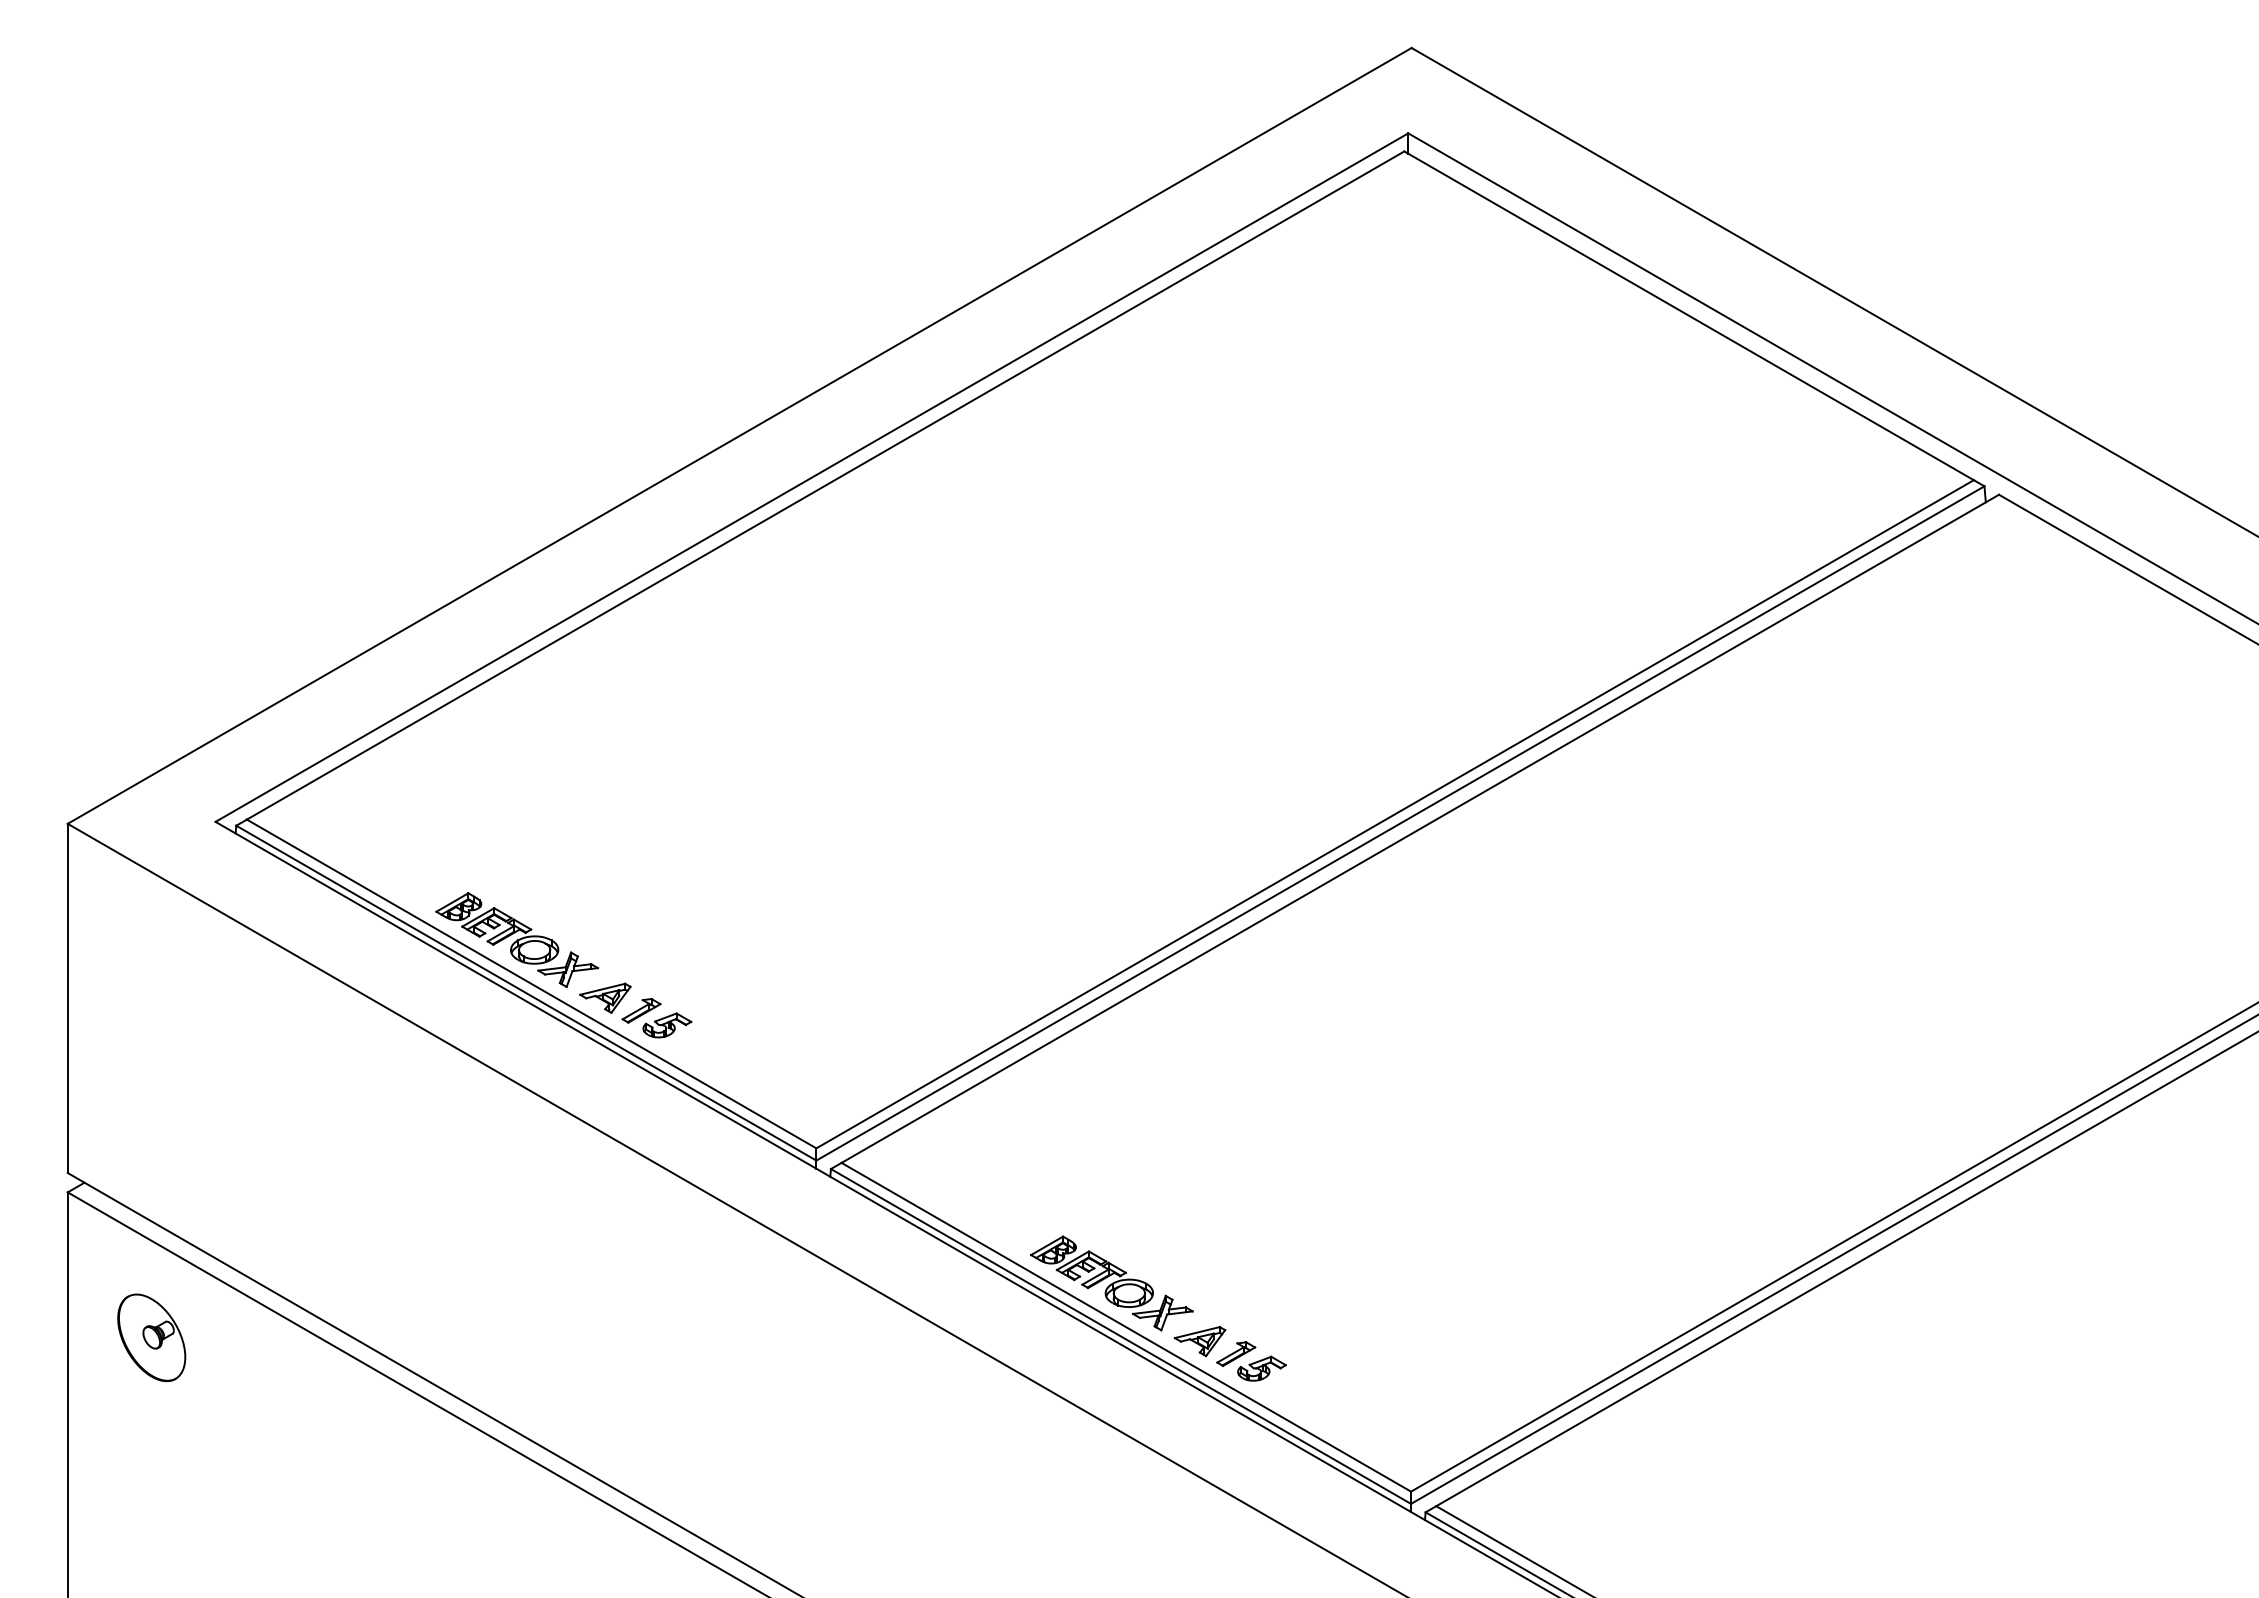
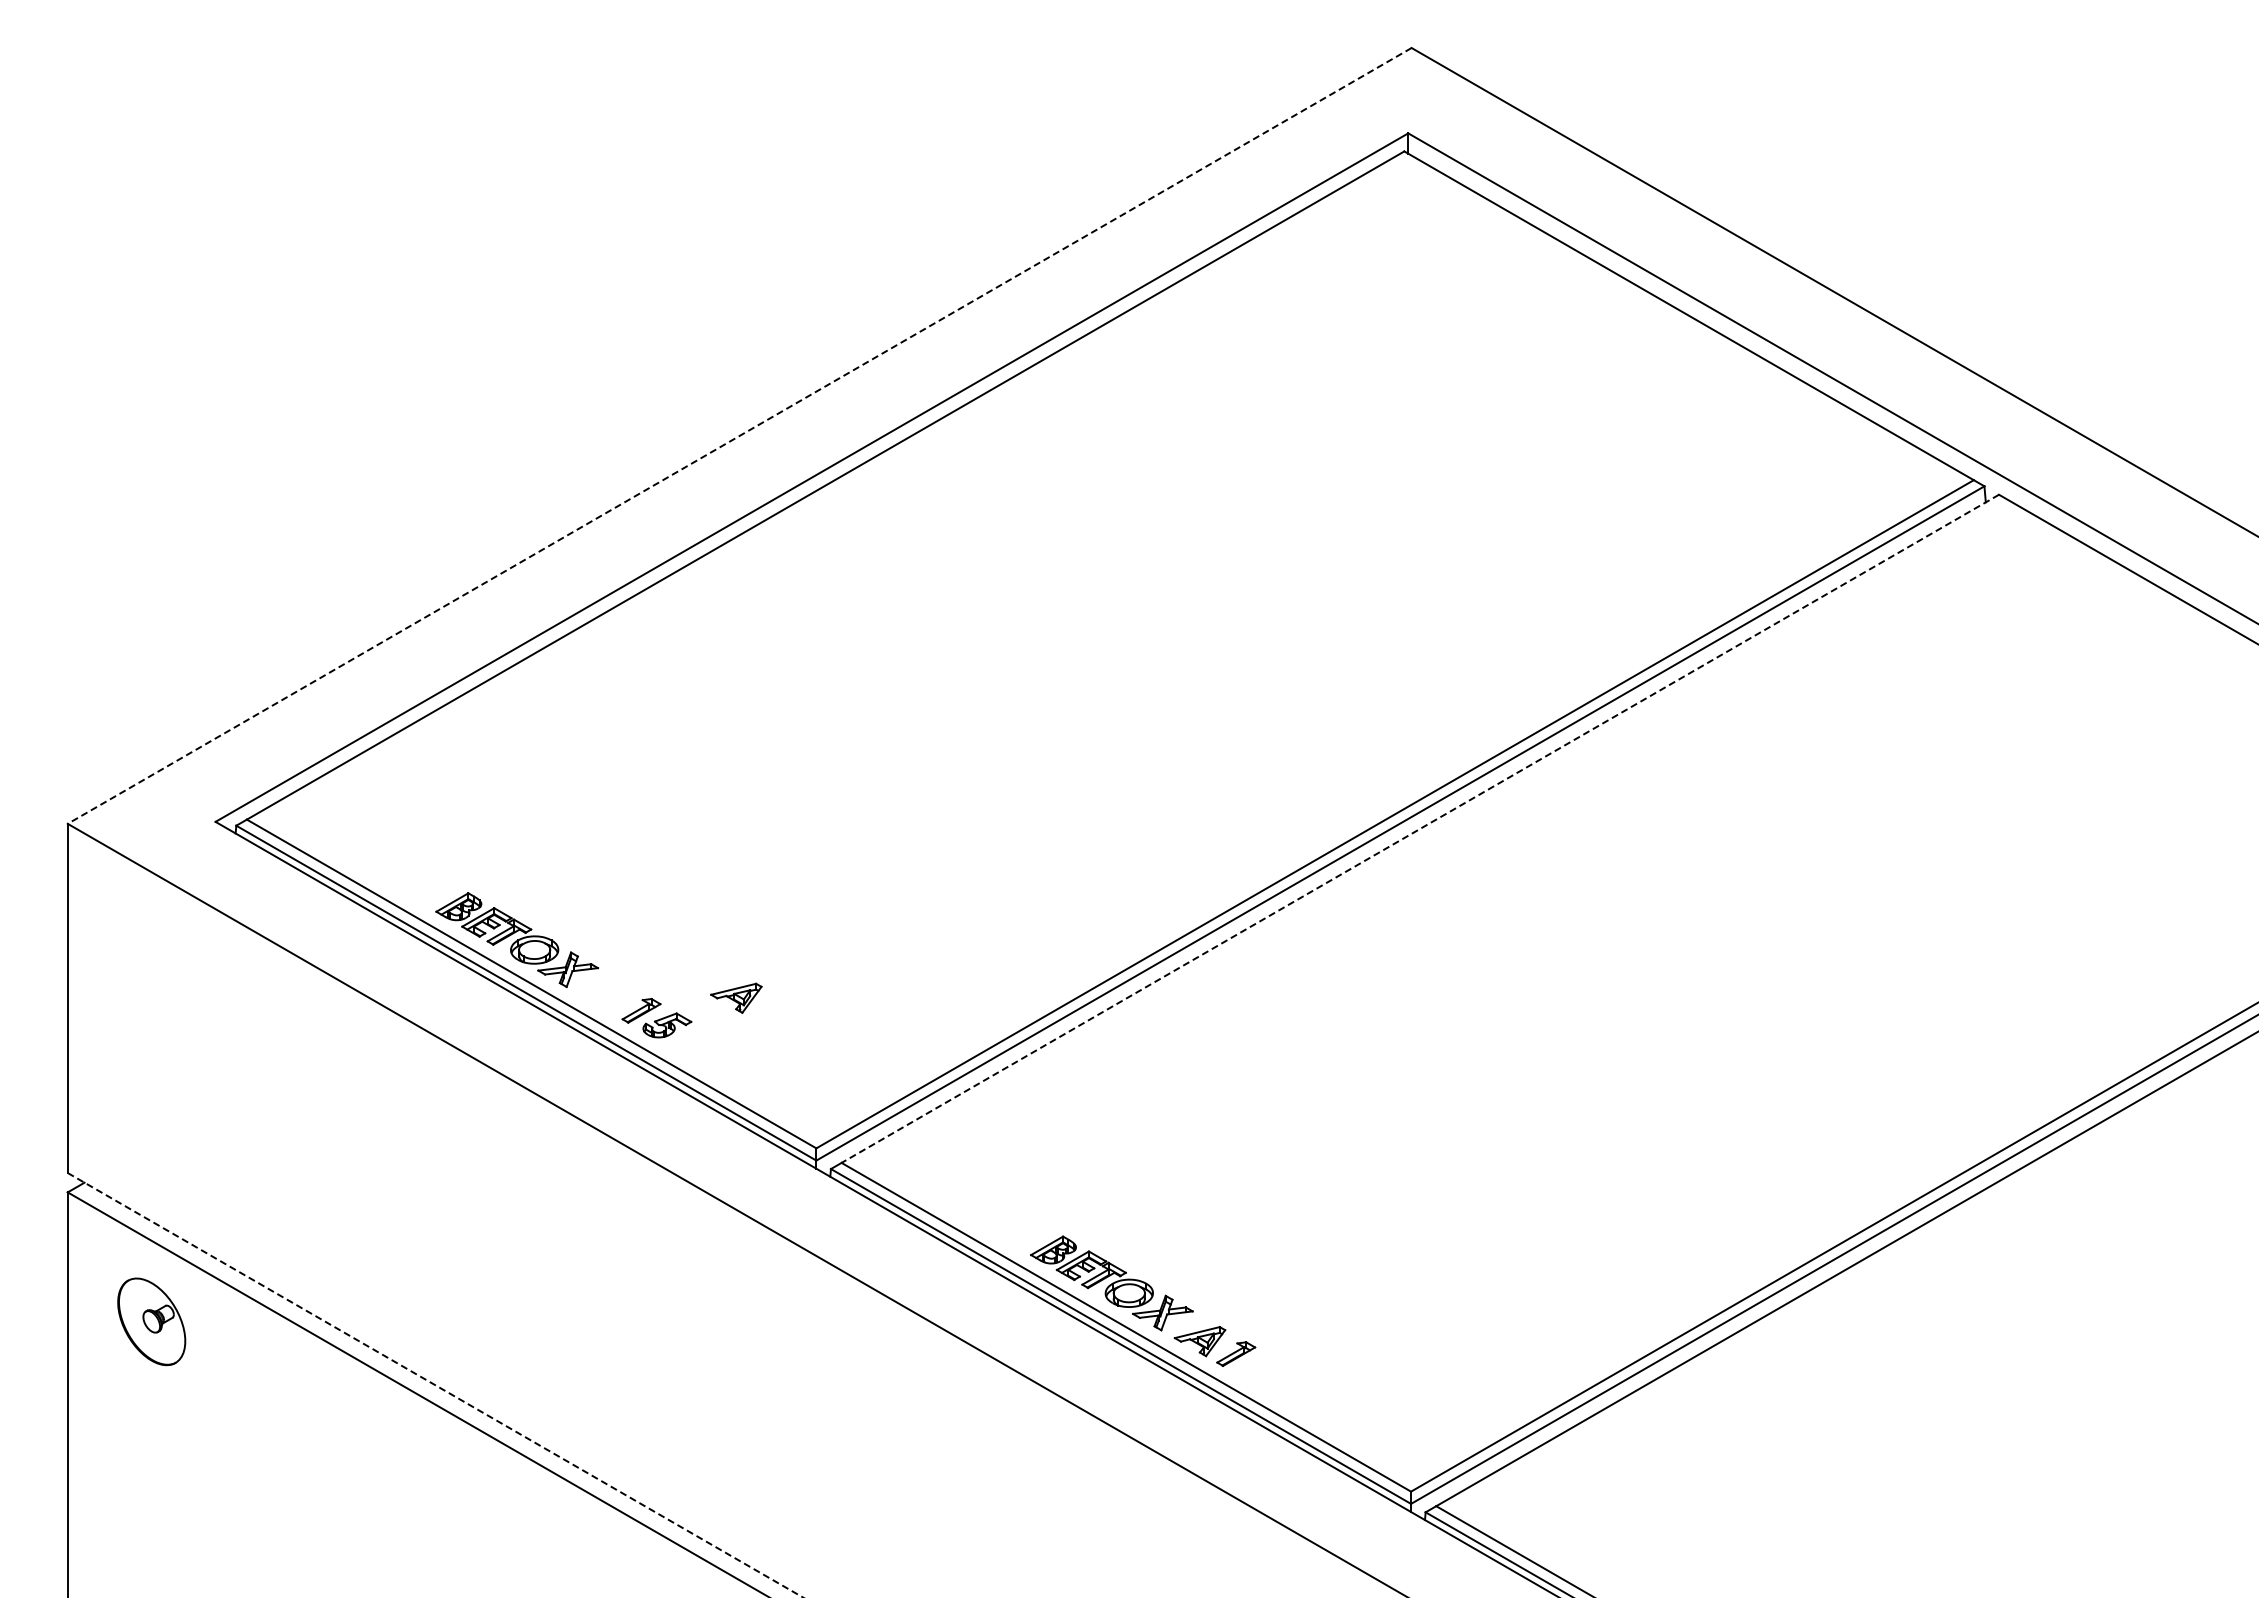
line at (739, 435): solid -> dashed
line at (1419, 829): solid -> dashed
part at (605, 997) position: (605, 997) -> (736, 997)
part at (151, 1337) position: (151, 1337) -> (151, 1321)
part at (1261, 1368): present -> none
line at (435, 1385): solid -> dashed
